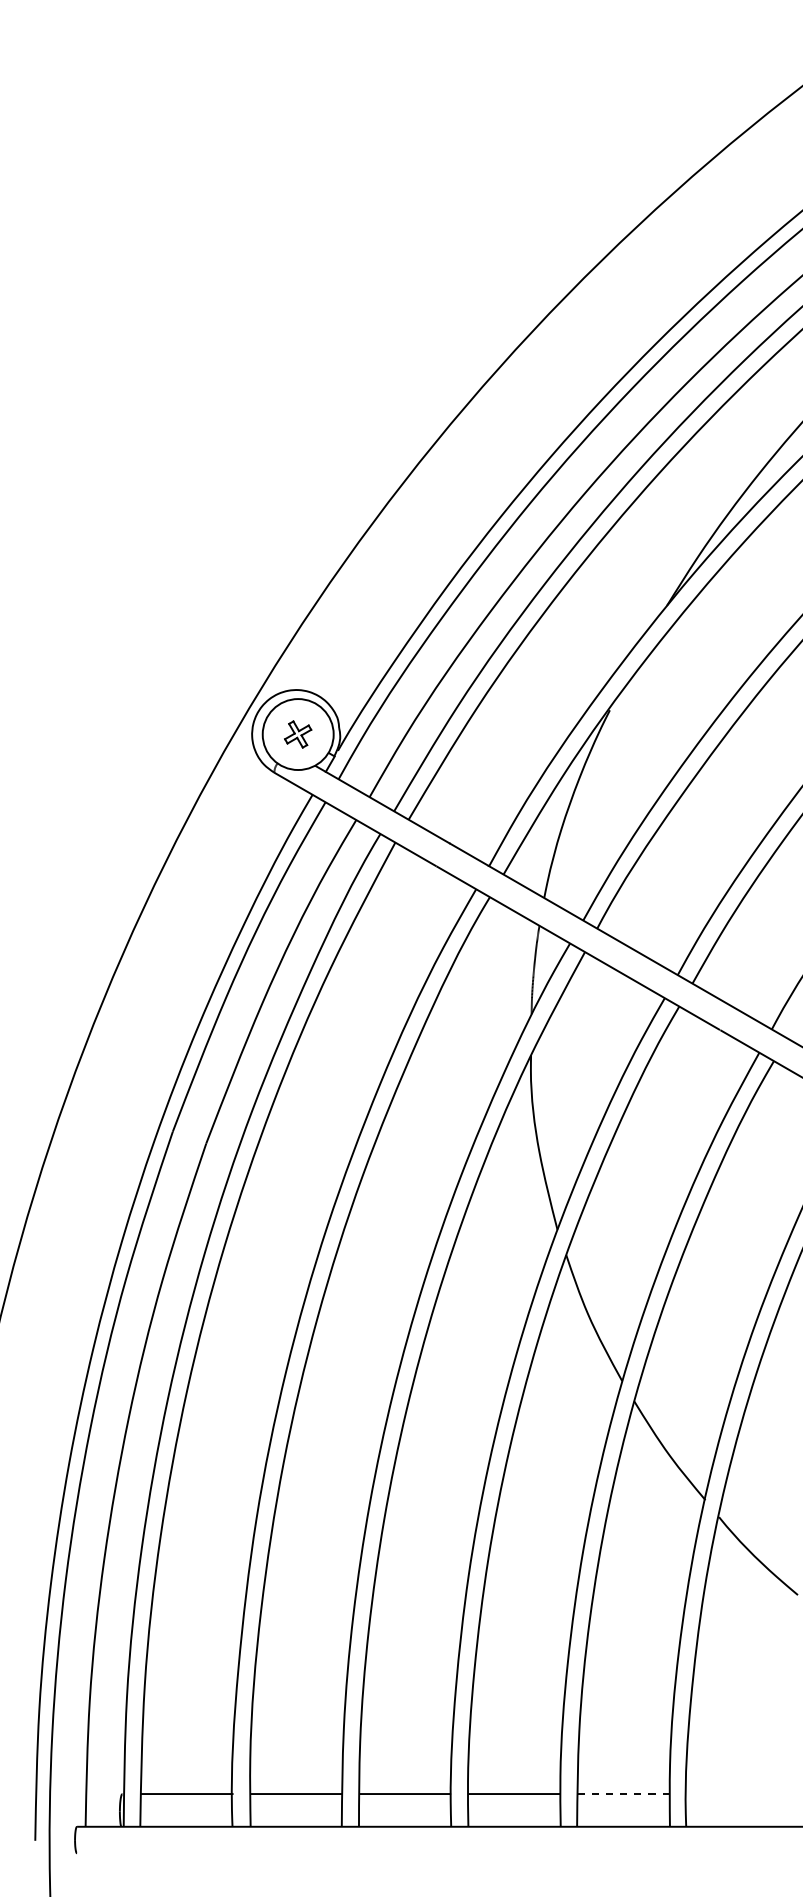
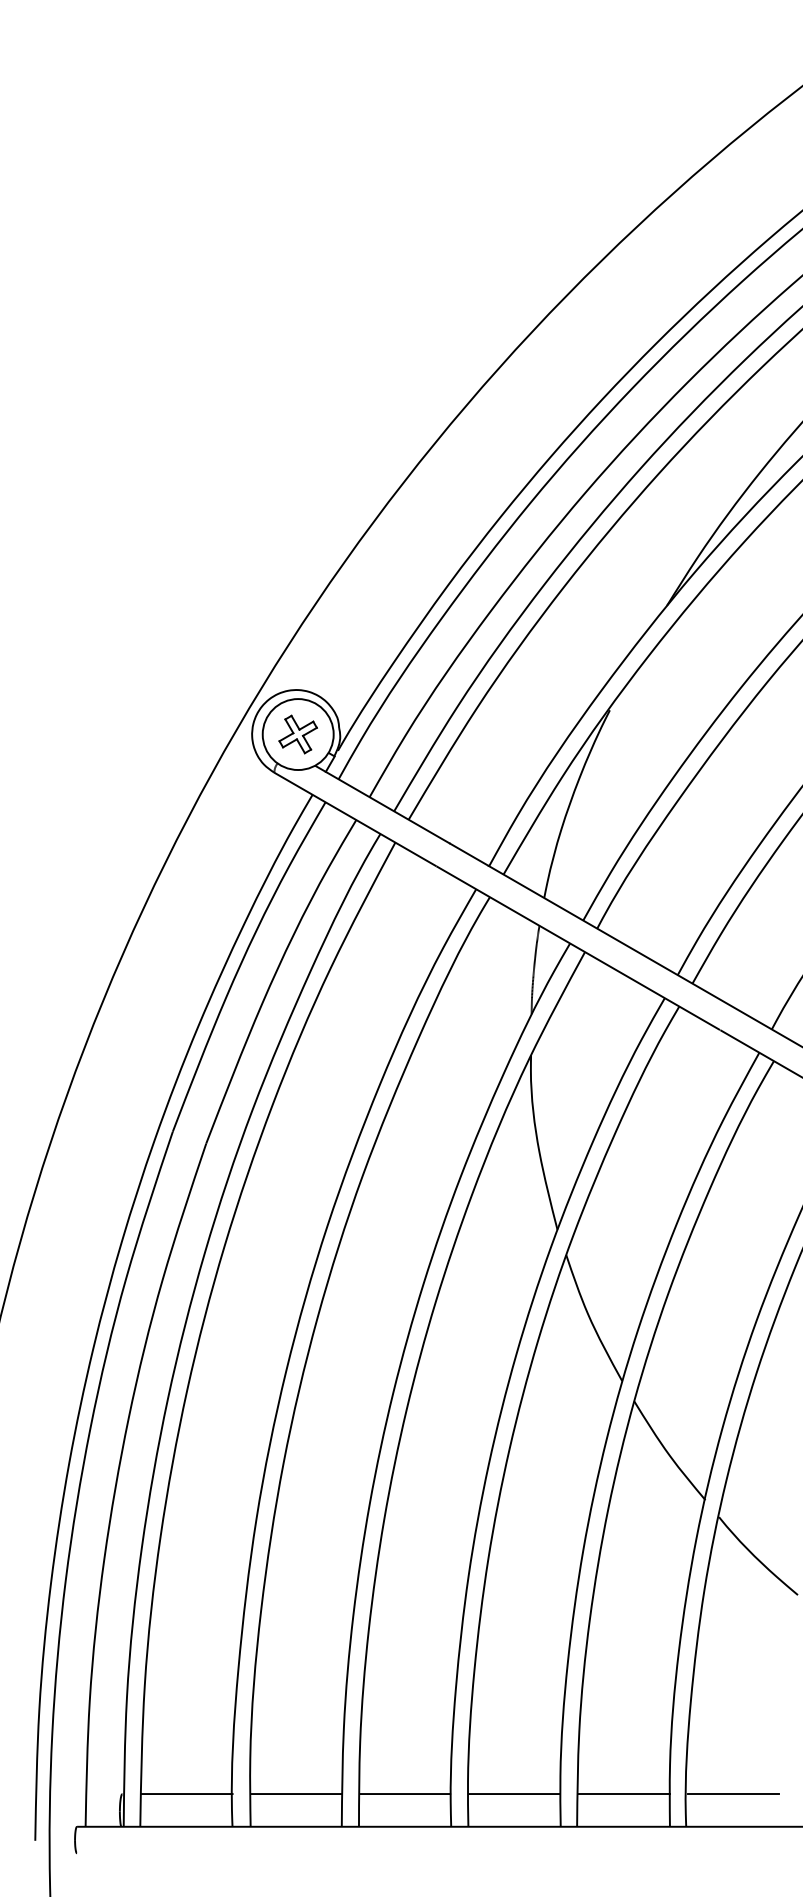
part at (298, 734) size: 29x29 px -> 40x41 px
line at (623, 1794): dashed -> solid
line at (732, 1794): none -> present
